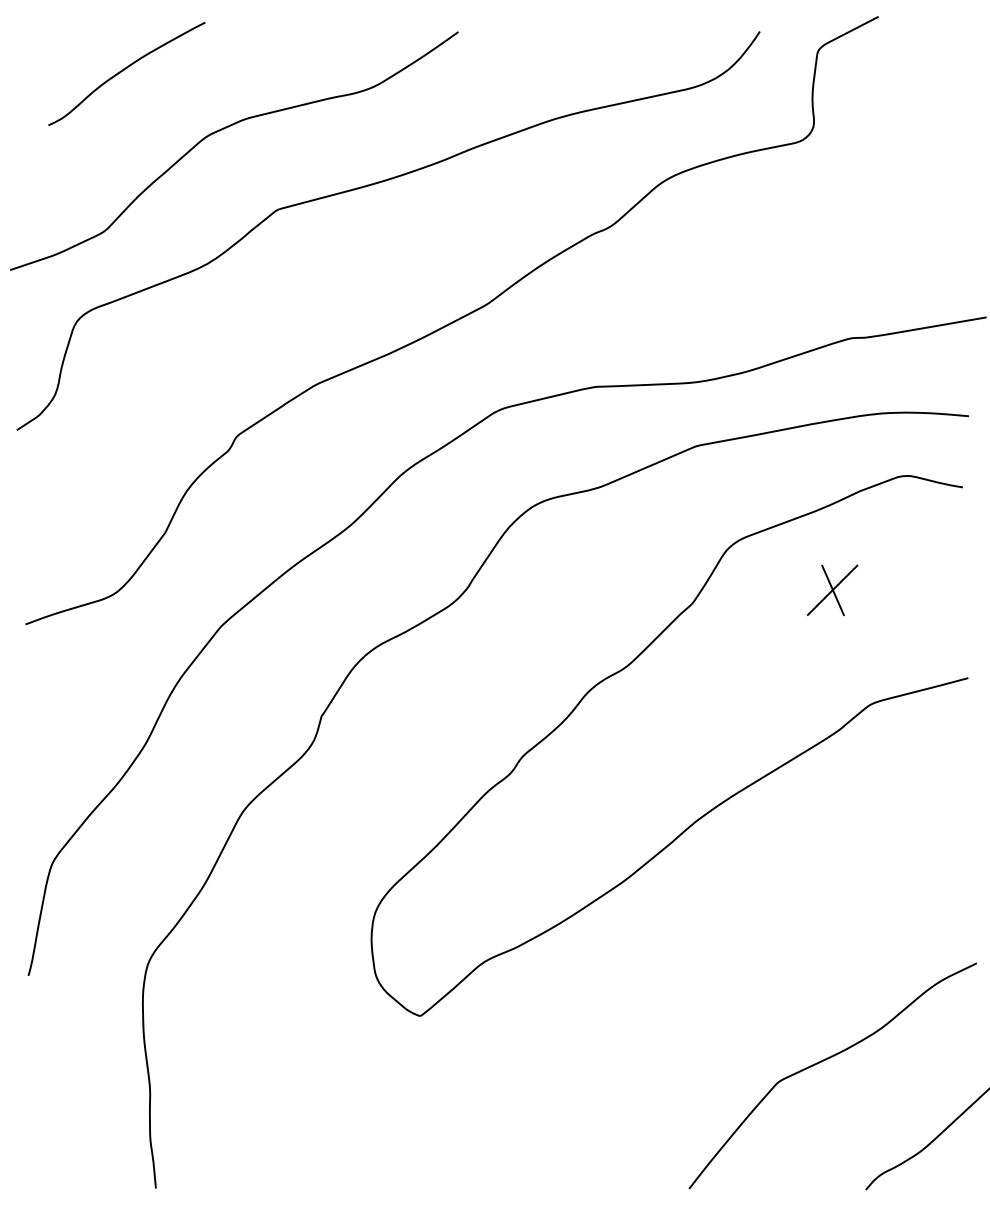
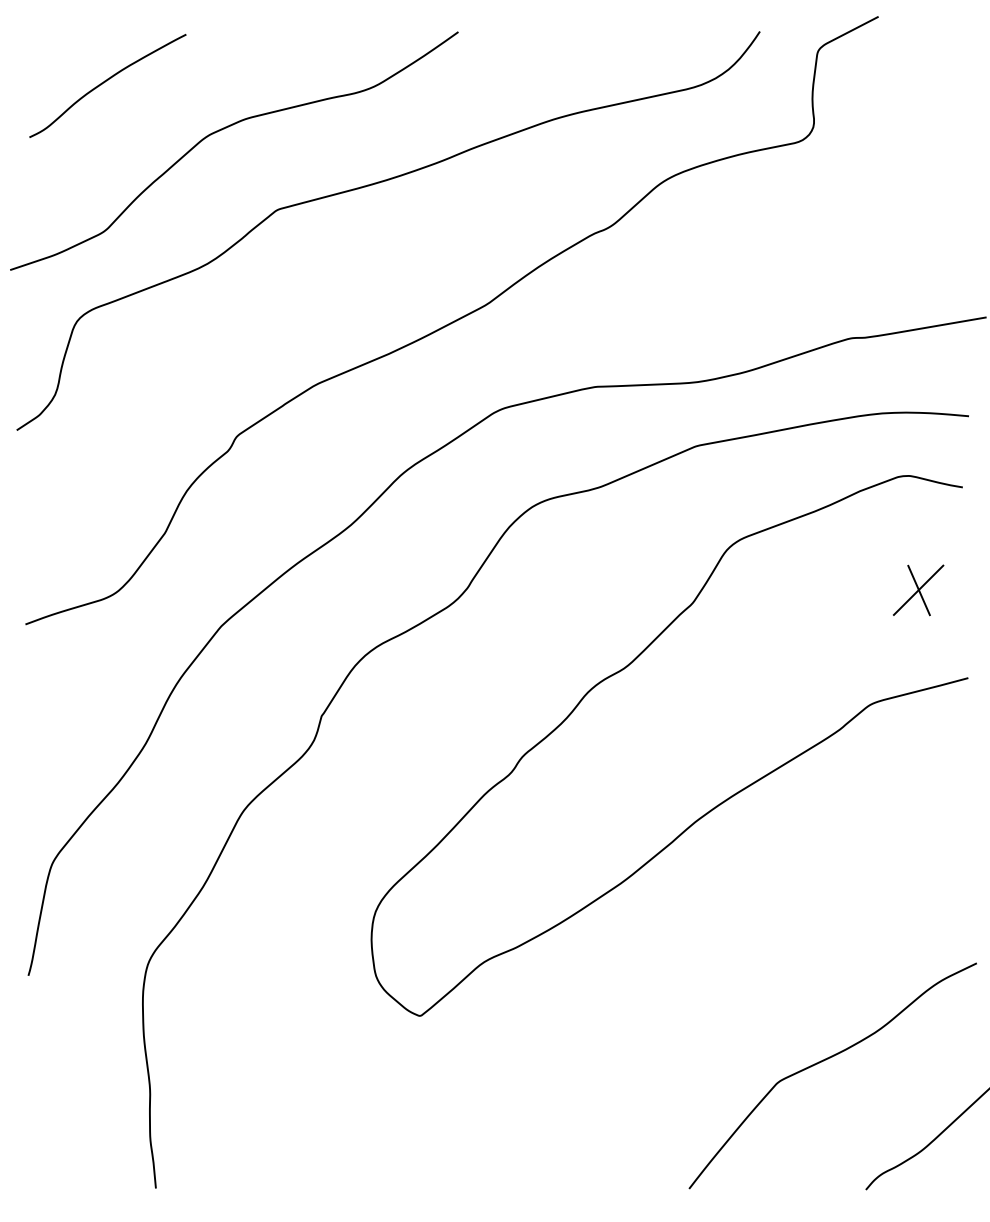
curve at (124, 70) position: (124, 70) -> (105, 82)
part at (832, 590) position: (832, 590) -> (918, 590)
